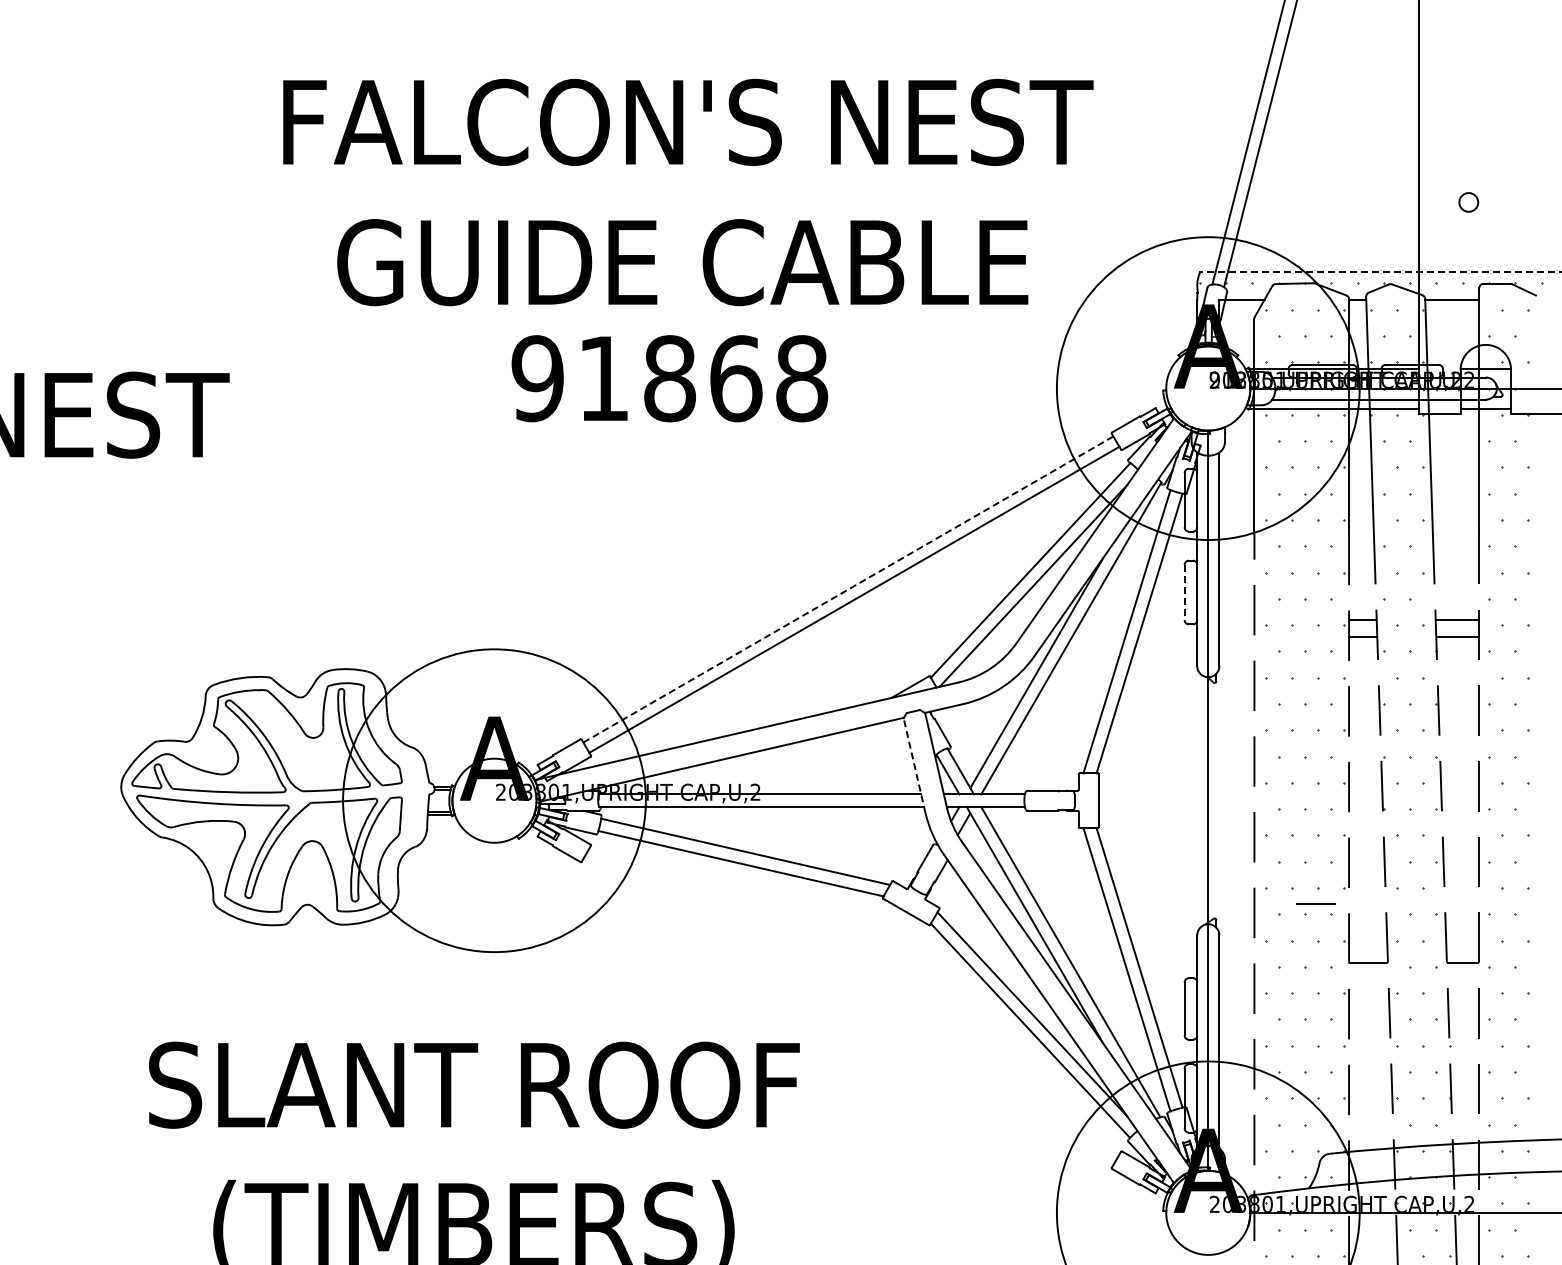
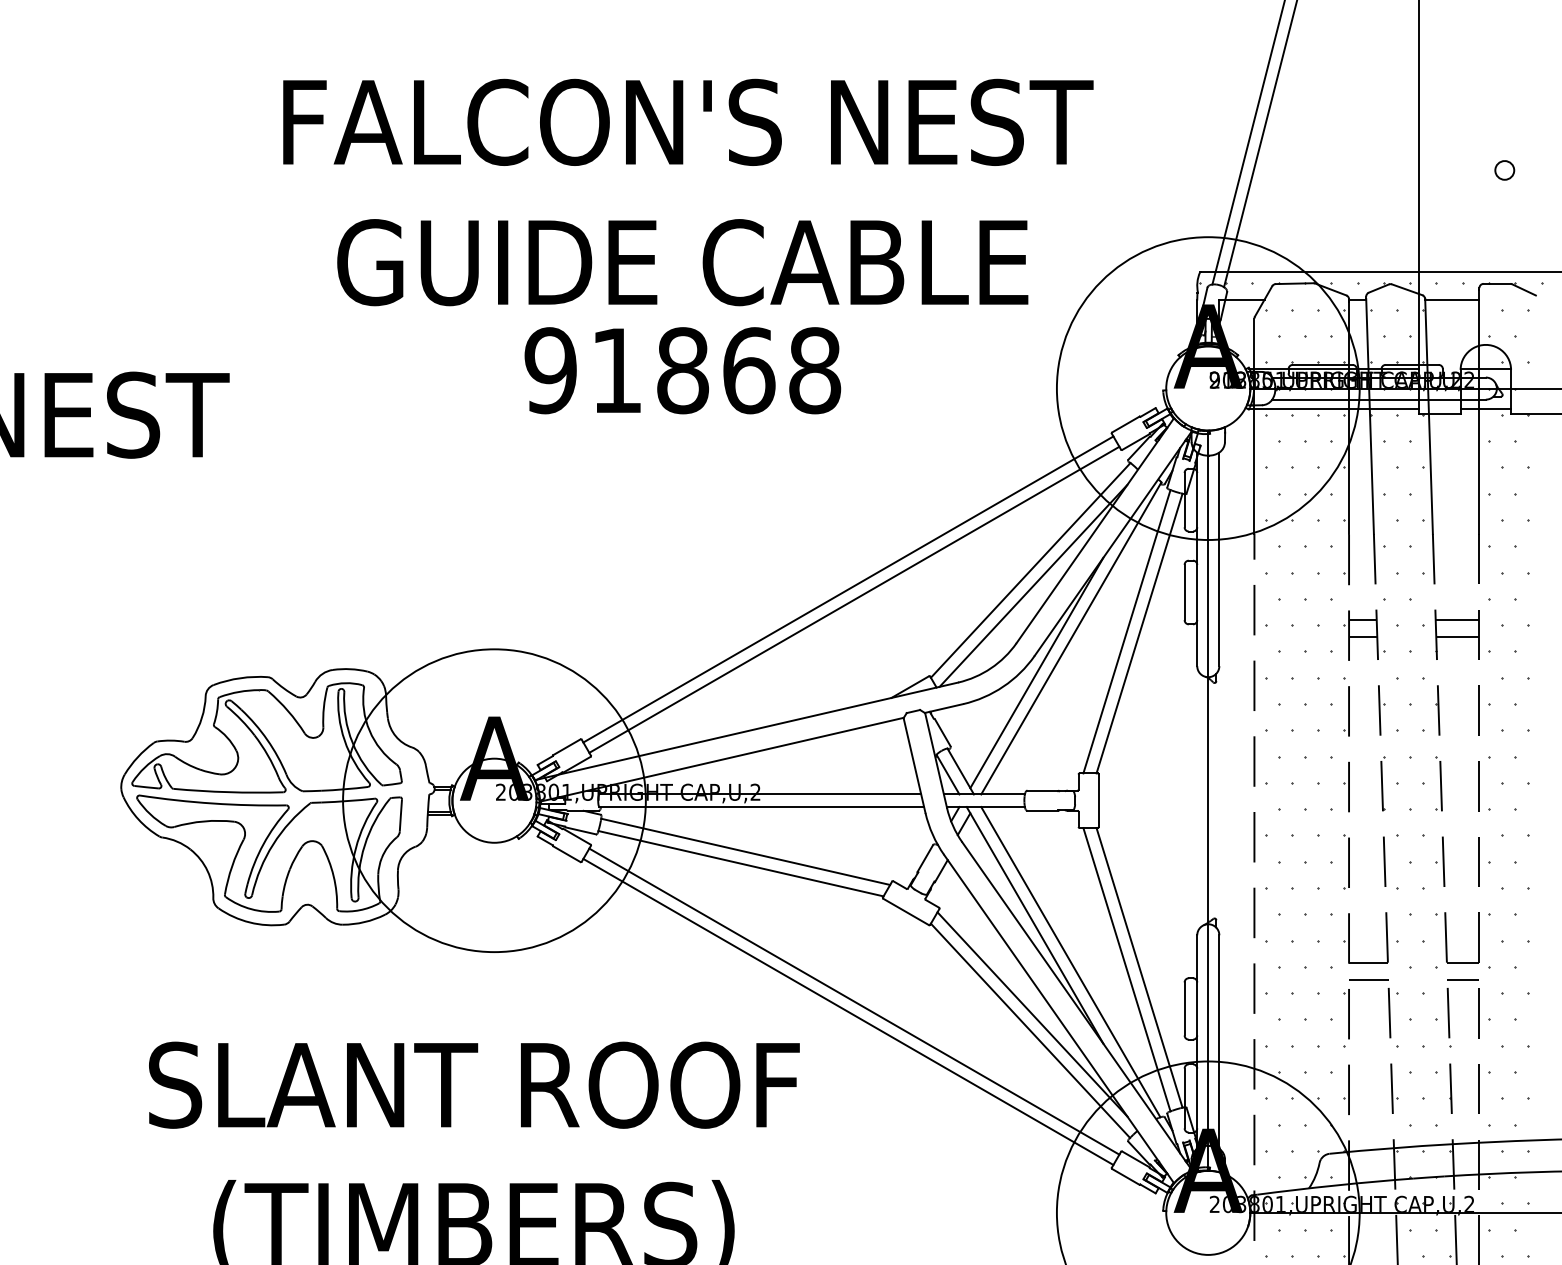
part at (1468, 202) position: (1468, 202) -> (1504, 170)
line at (1381, 271): dashed -> solid
text at (669, 378) position: (669, 378) -> (682, 370)
line at (848, 589): dashed -> solid
line at (1184, 592): dashed -> solid
line at (914, 765): dashed -> solid
line at (1315, 903) position: (1315, 903) -> (1368, 979)
line at (1462, 979): none -> present
line at (854, 1001): none -> present
line at (848, 1011): none -> present
